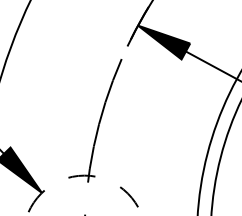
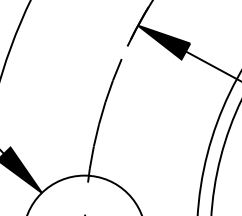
circle at (84, 195): dashed -> solid
